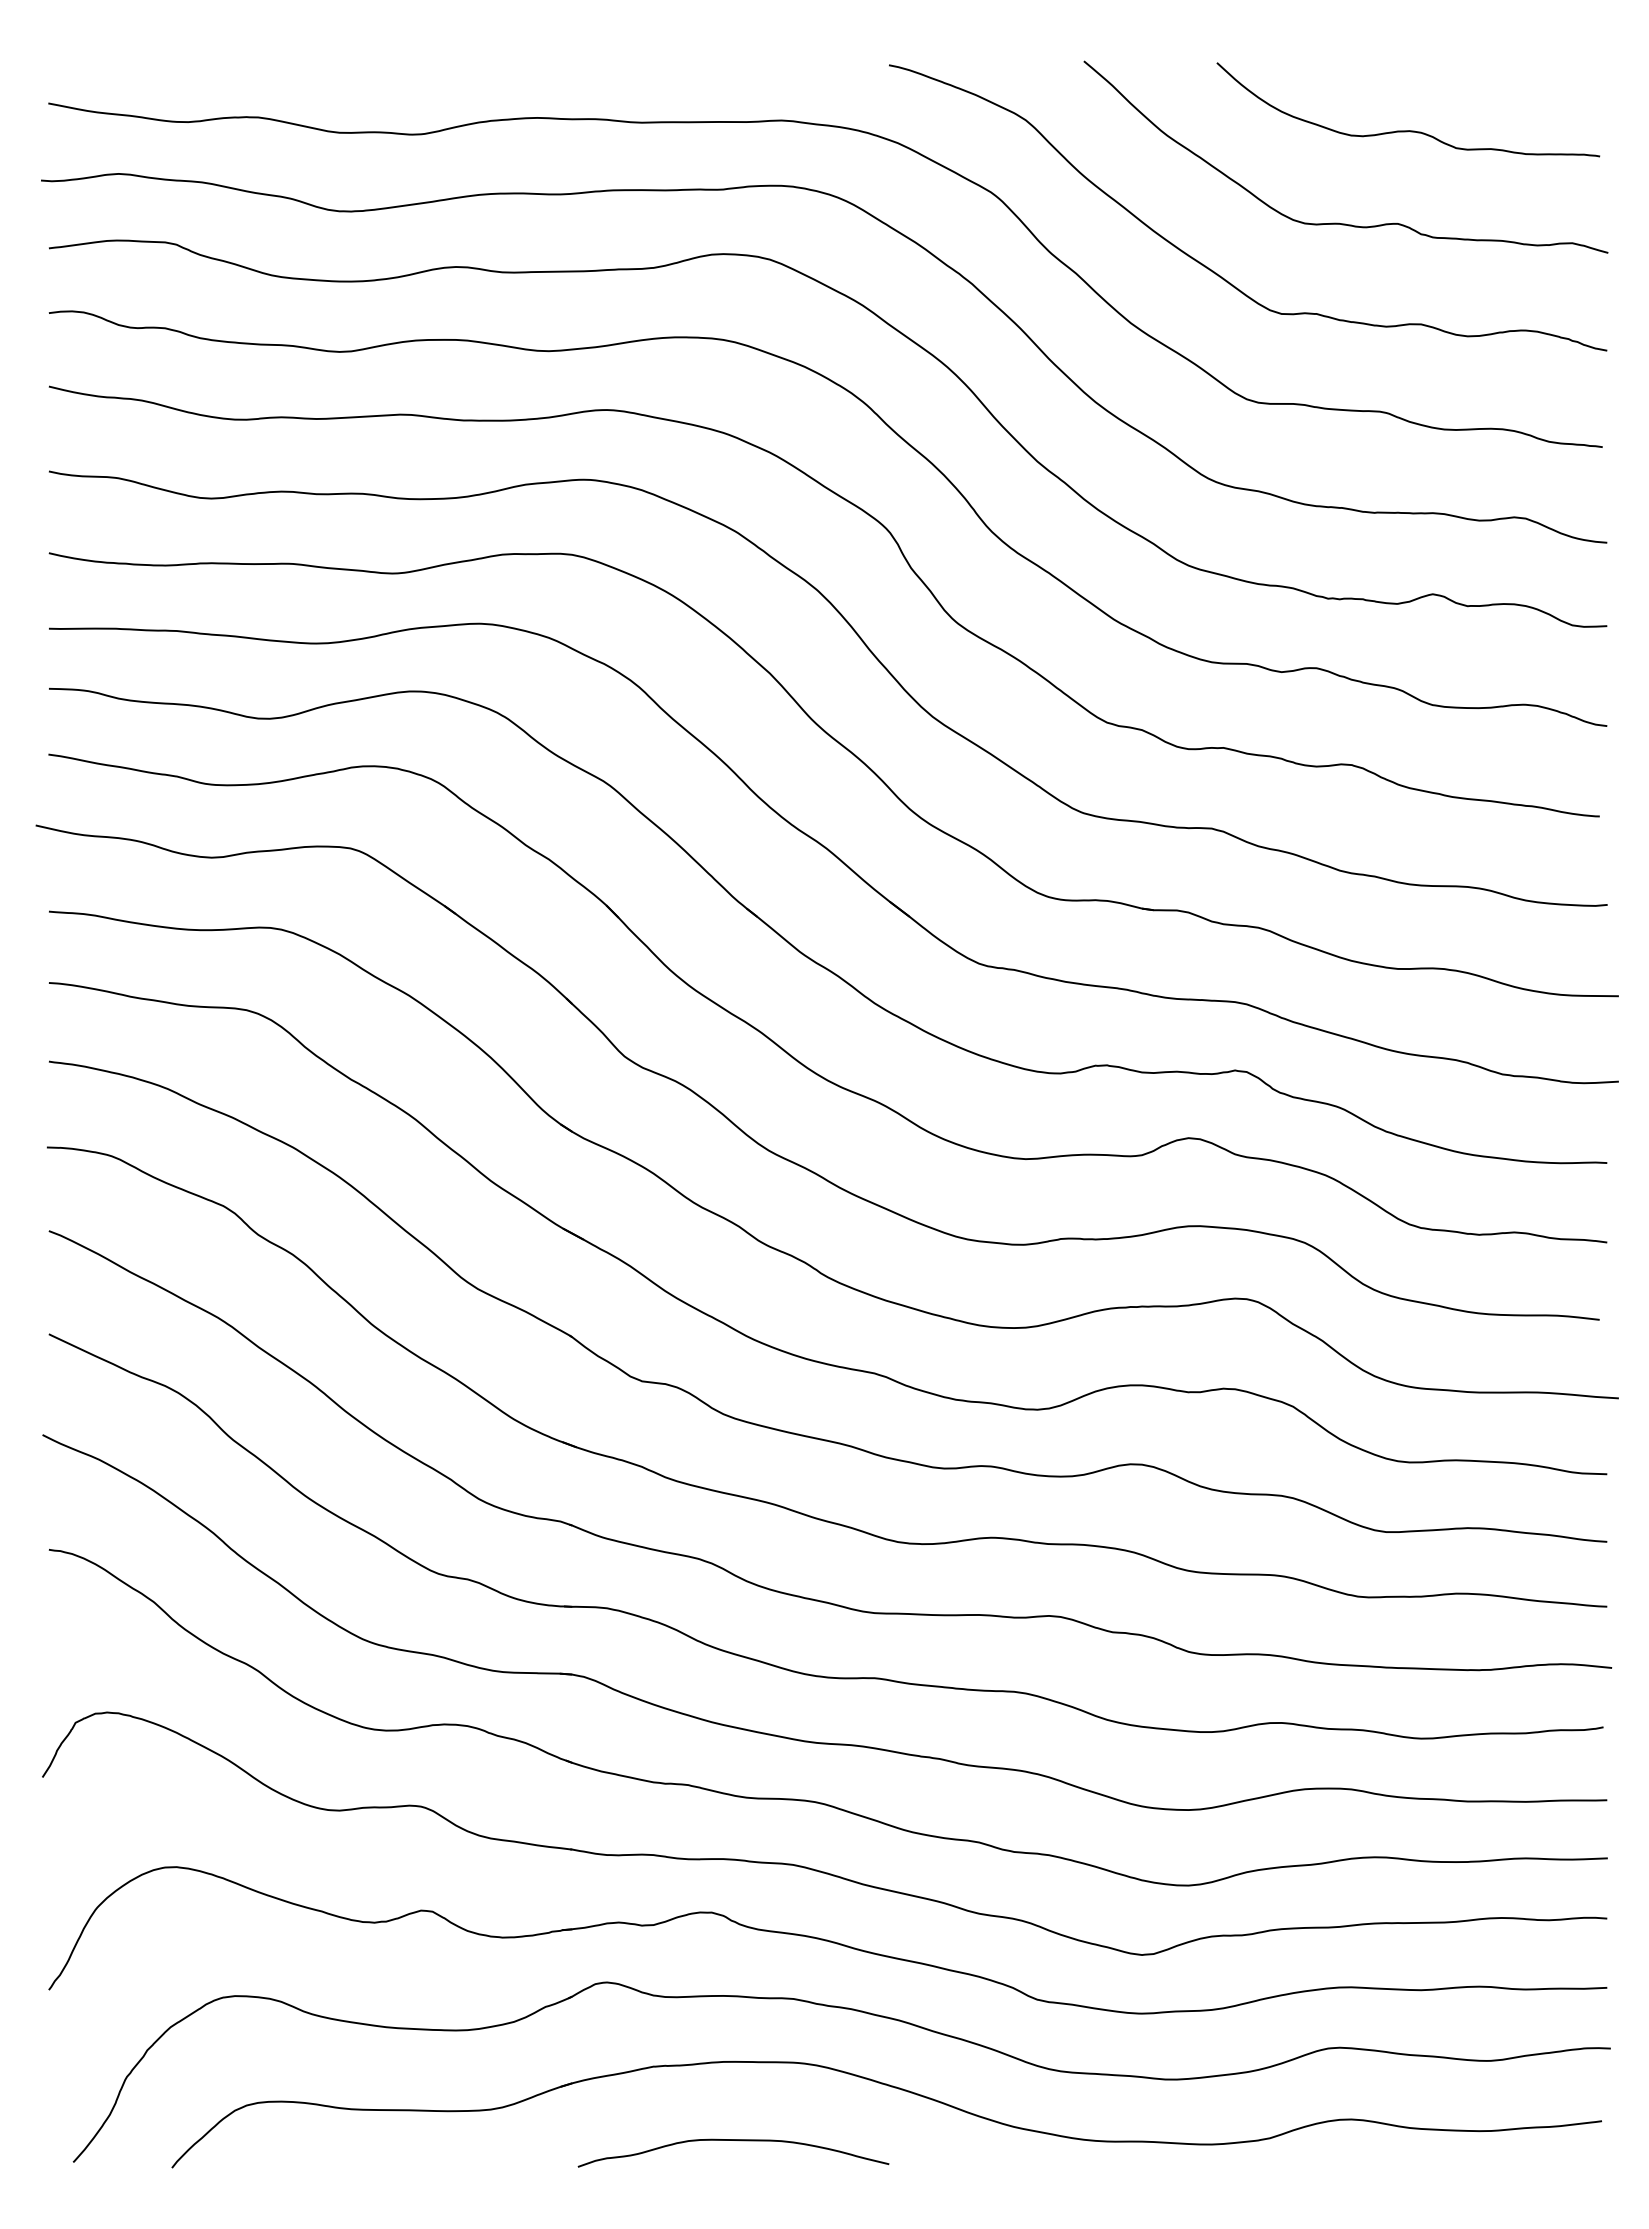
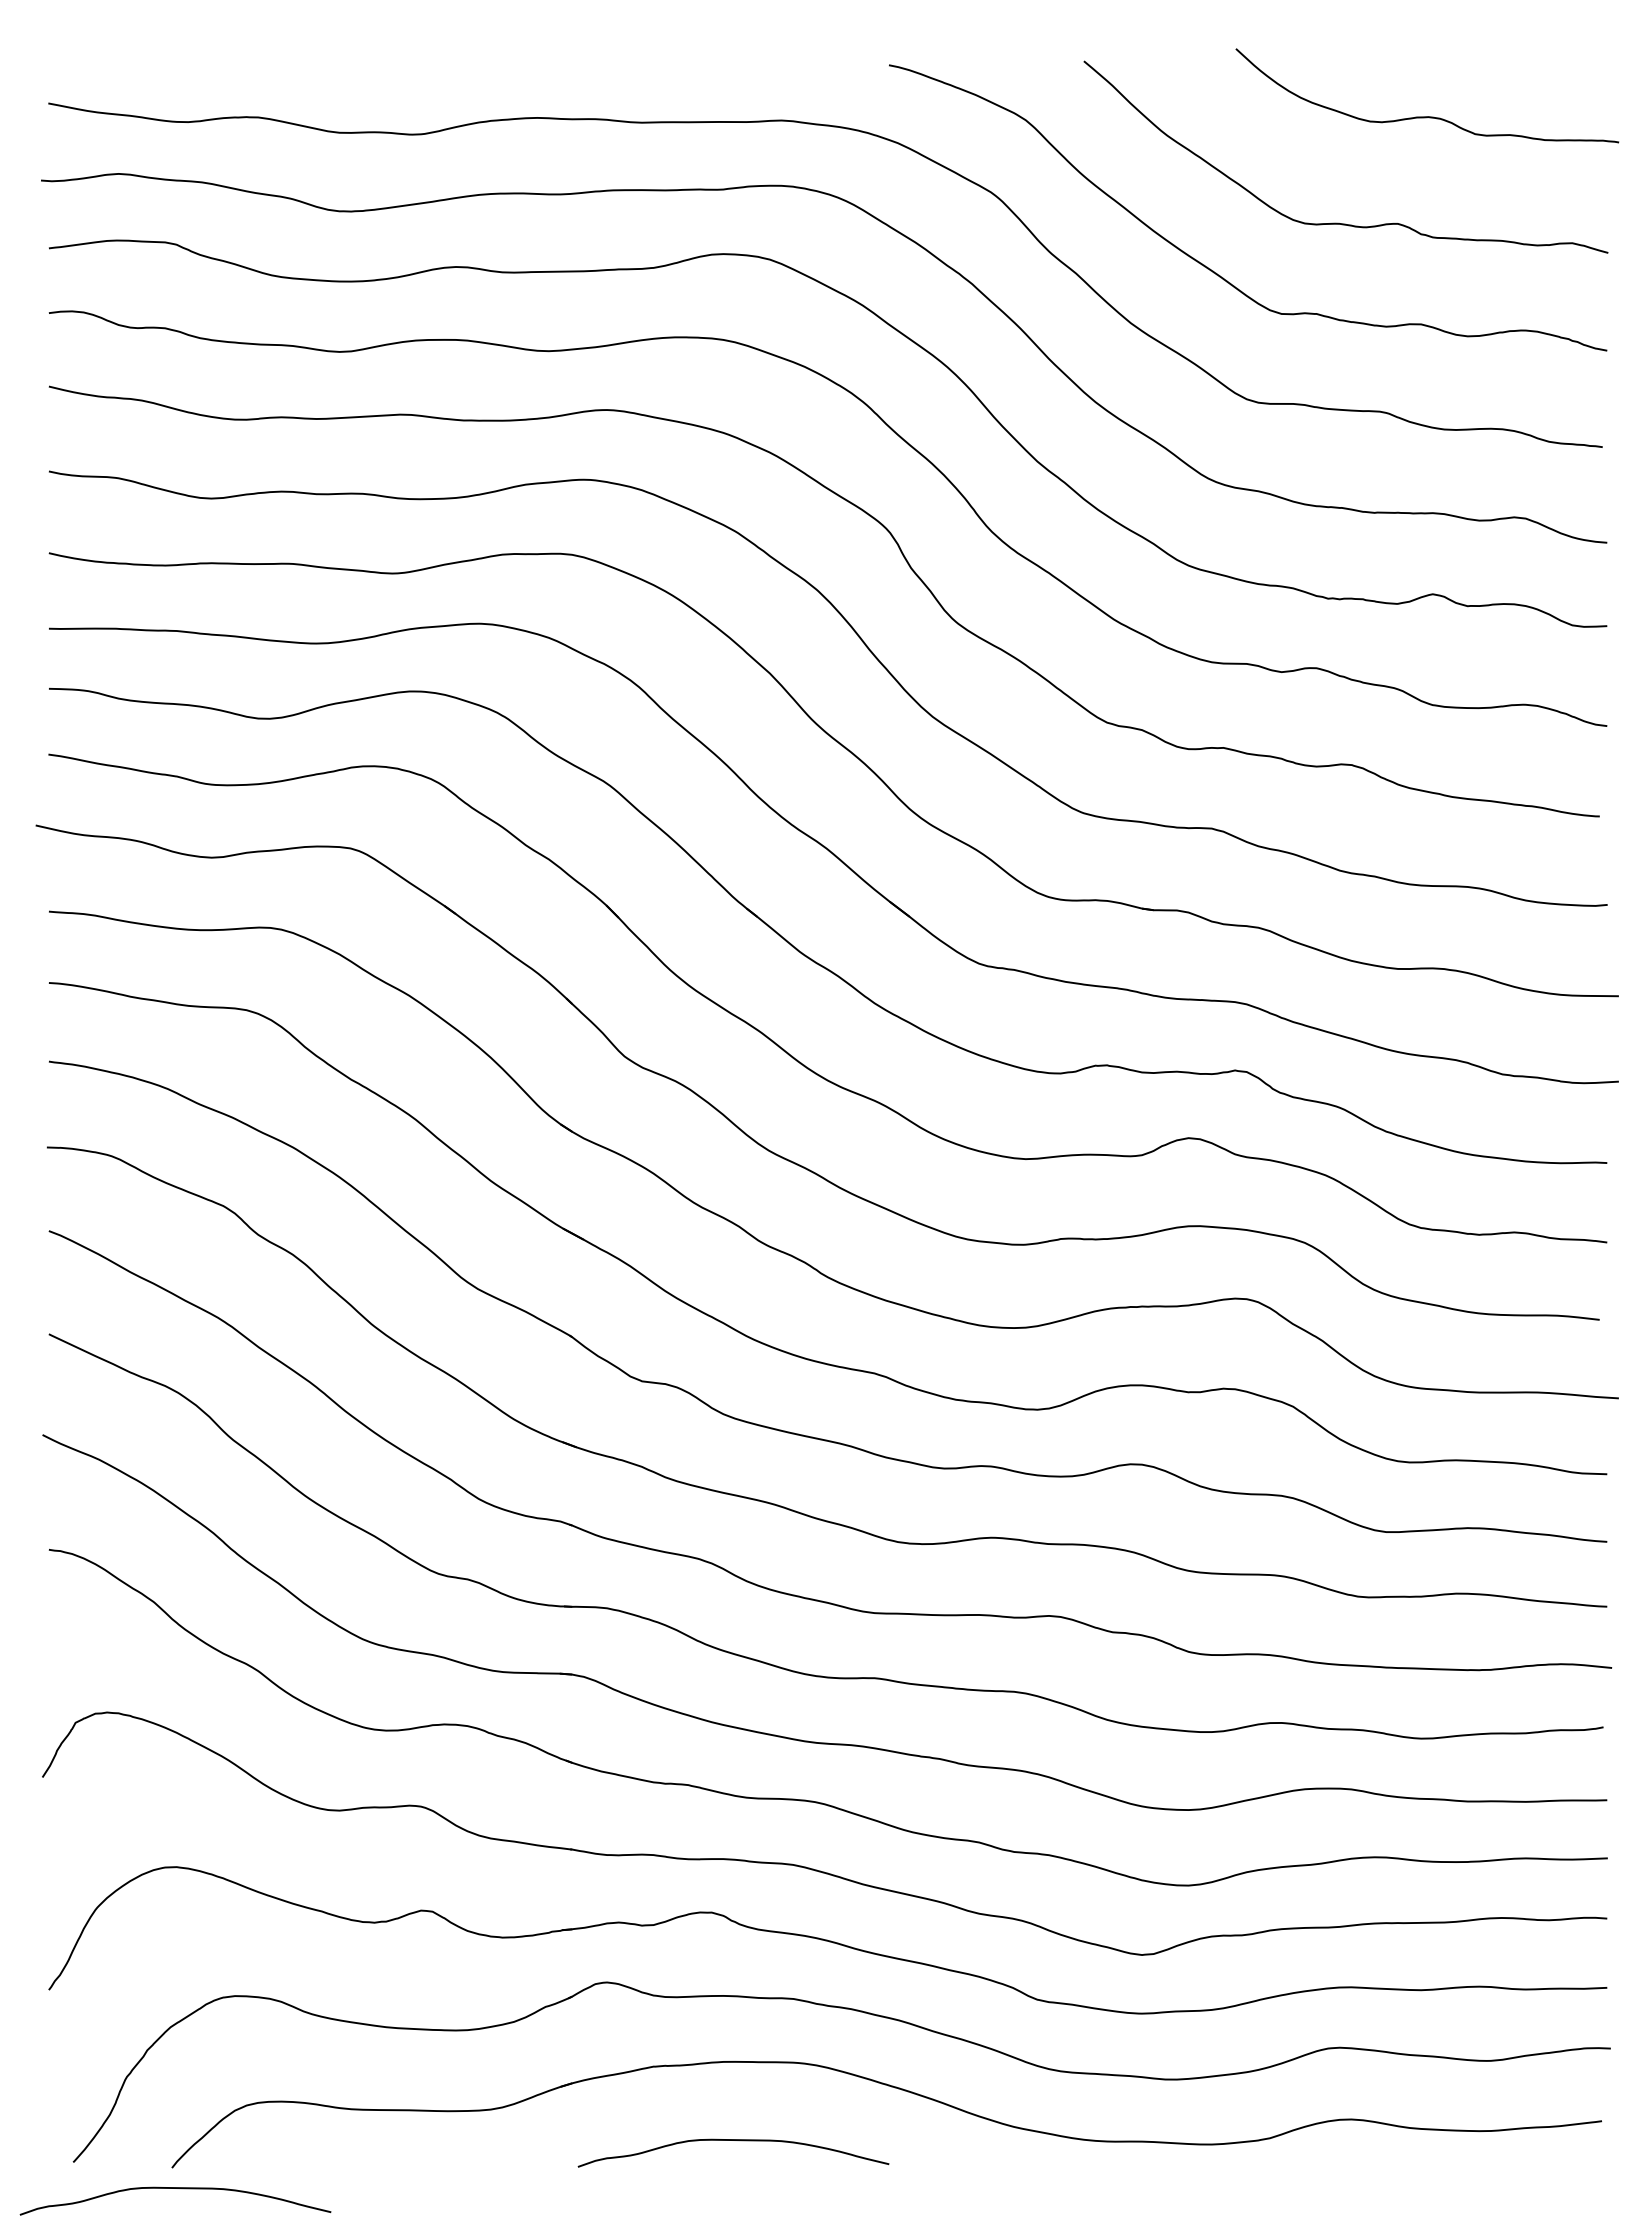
curve at (1408, 130) position: (1408, 130) -> (1427, 116)
curve at (175, 2188): none -> present
